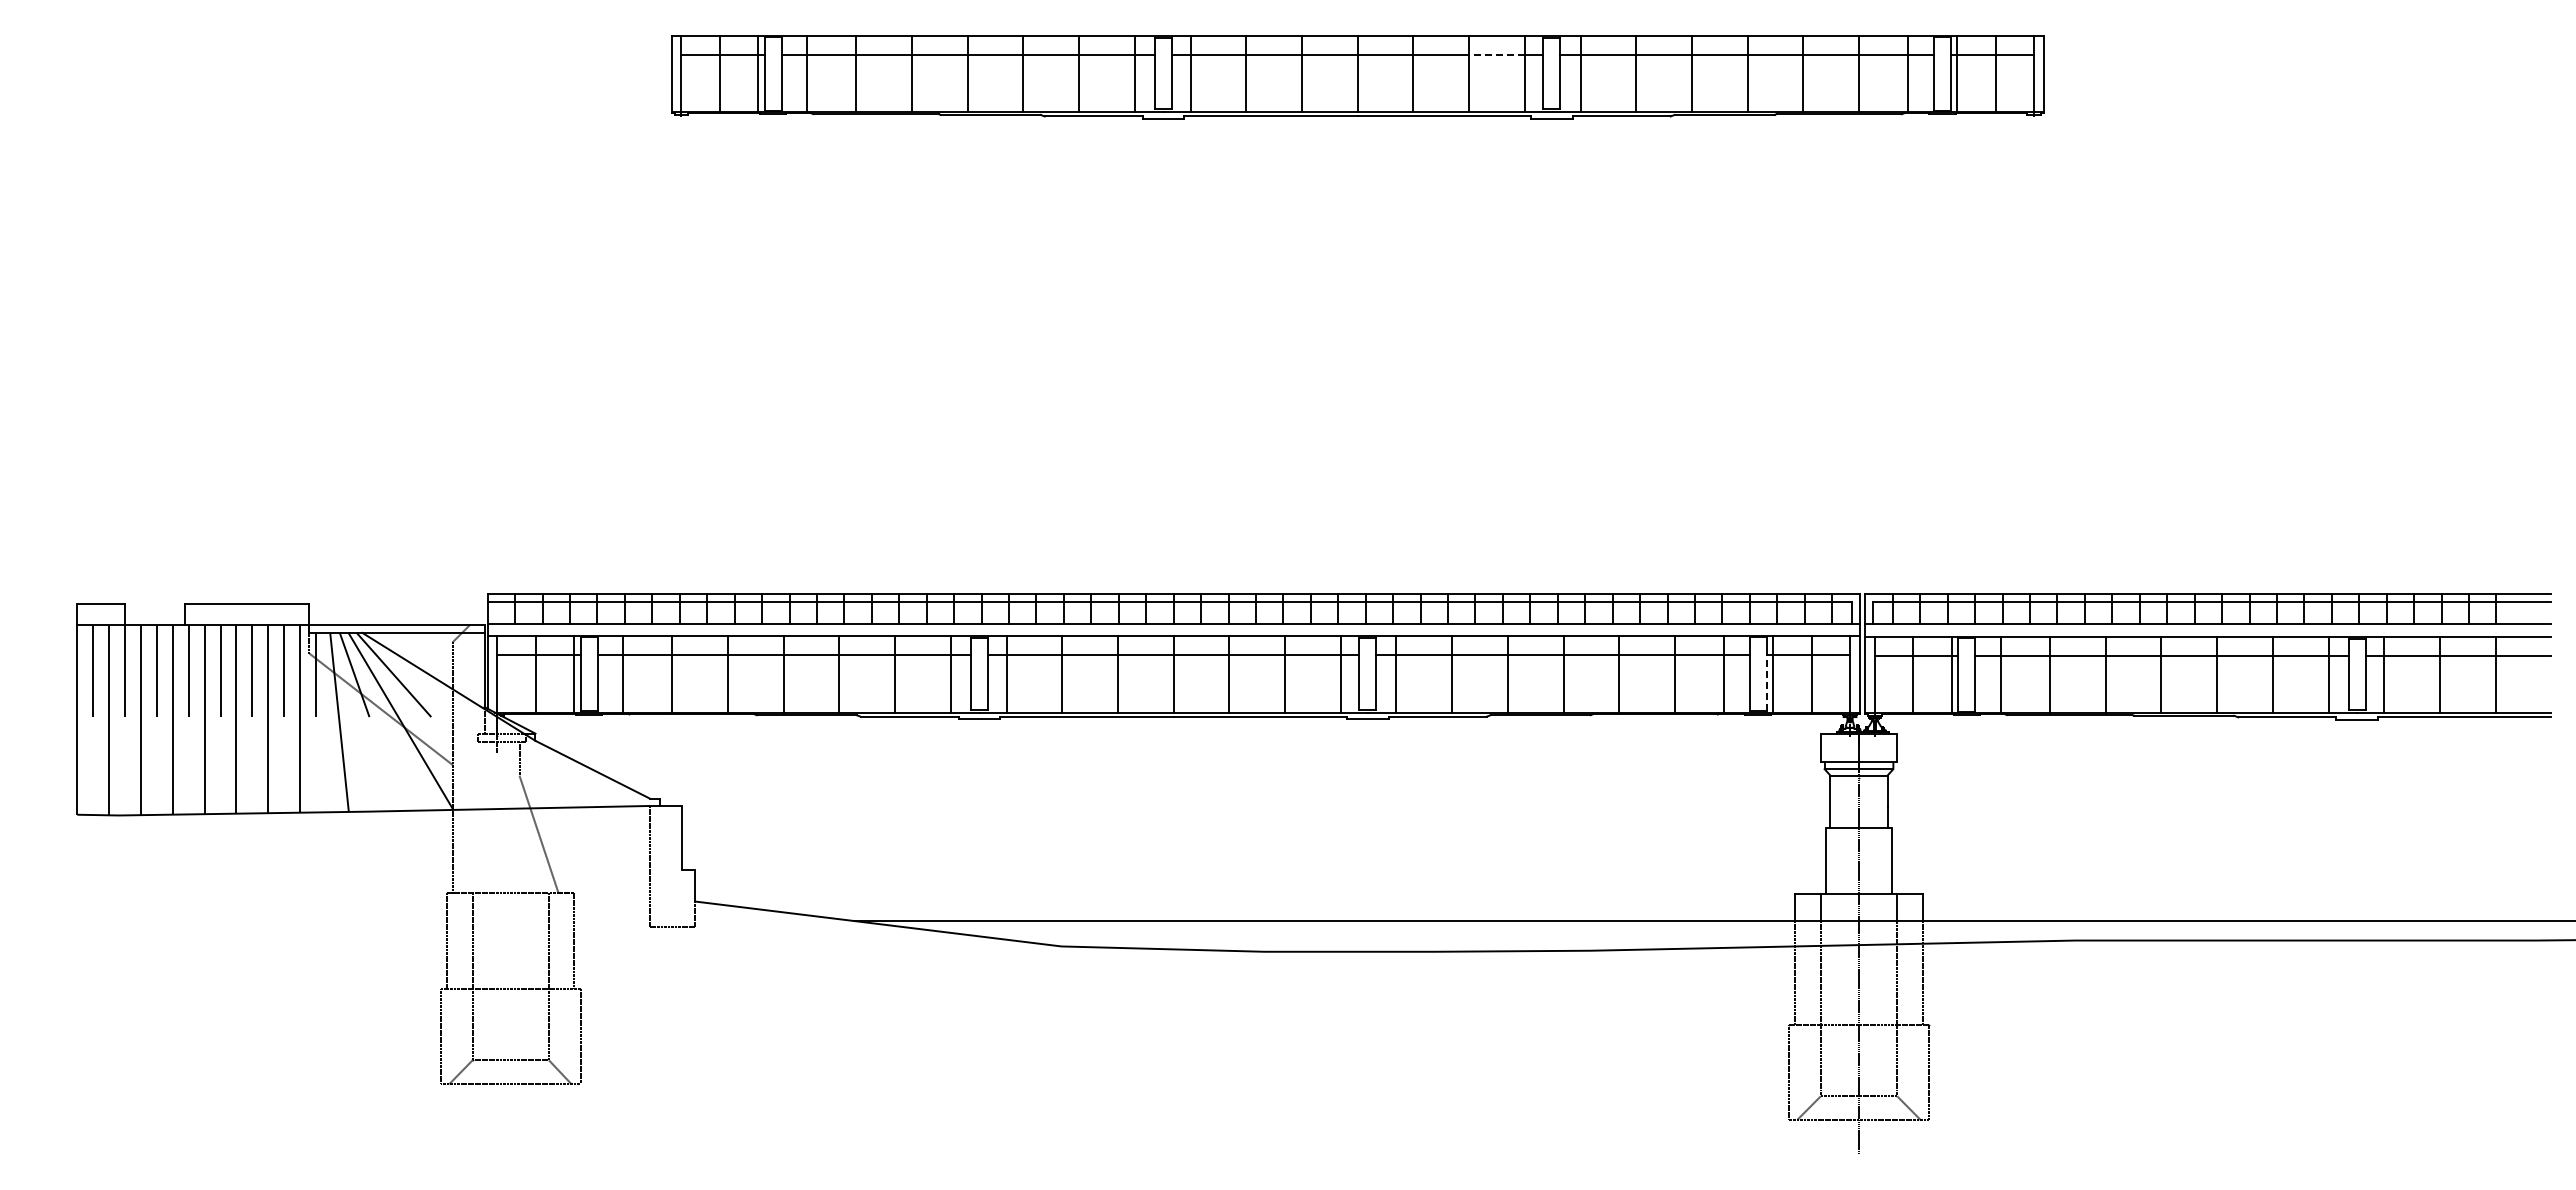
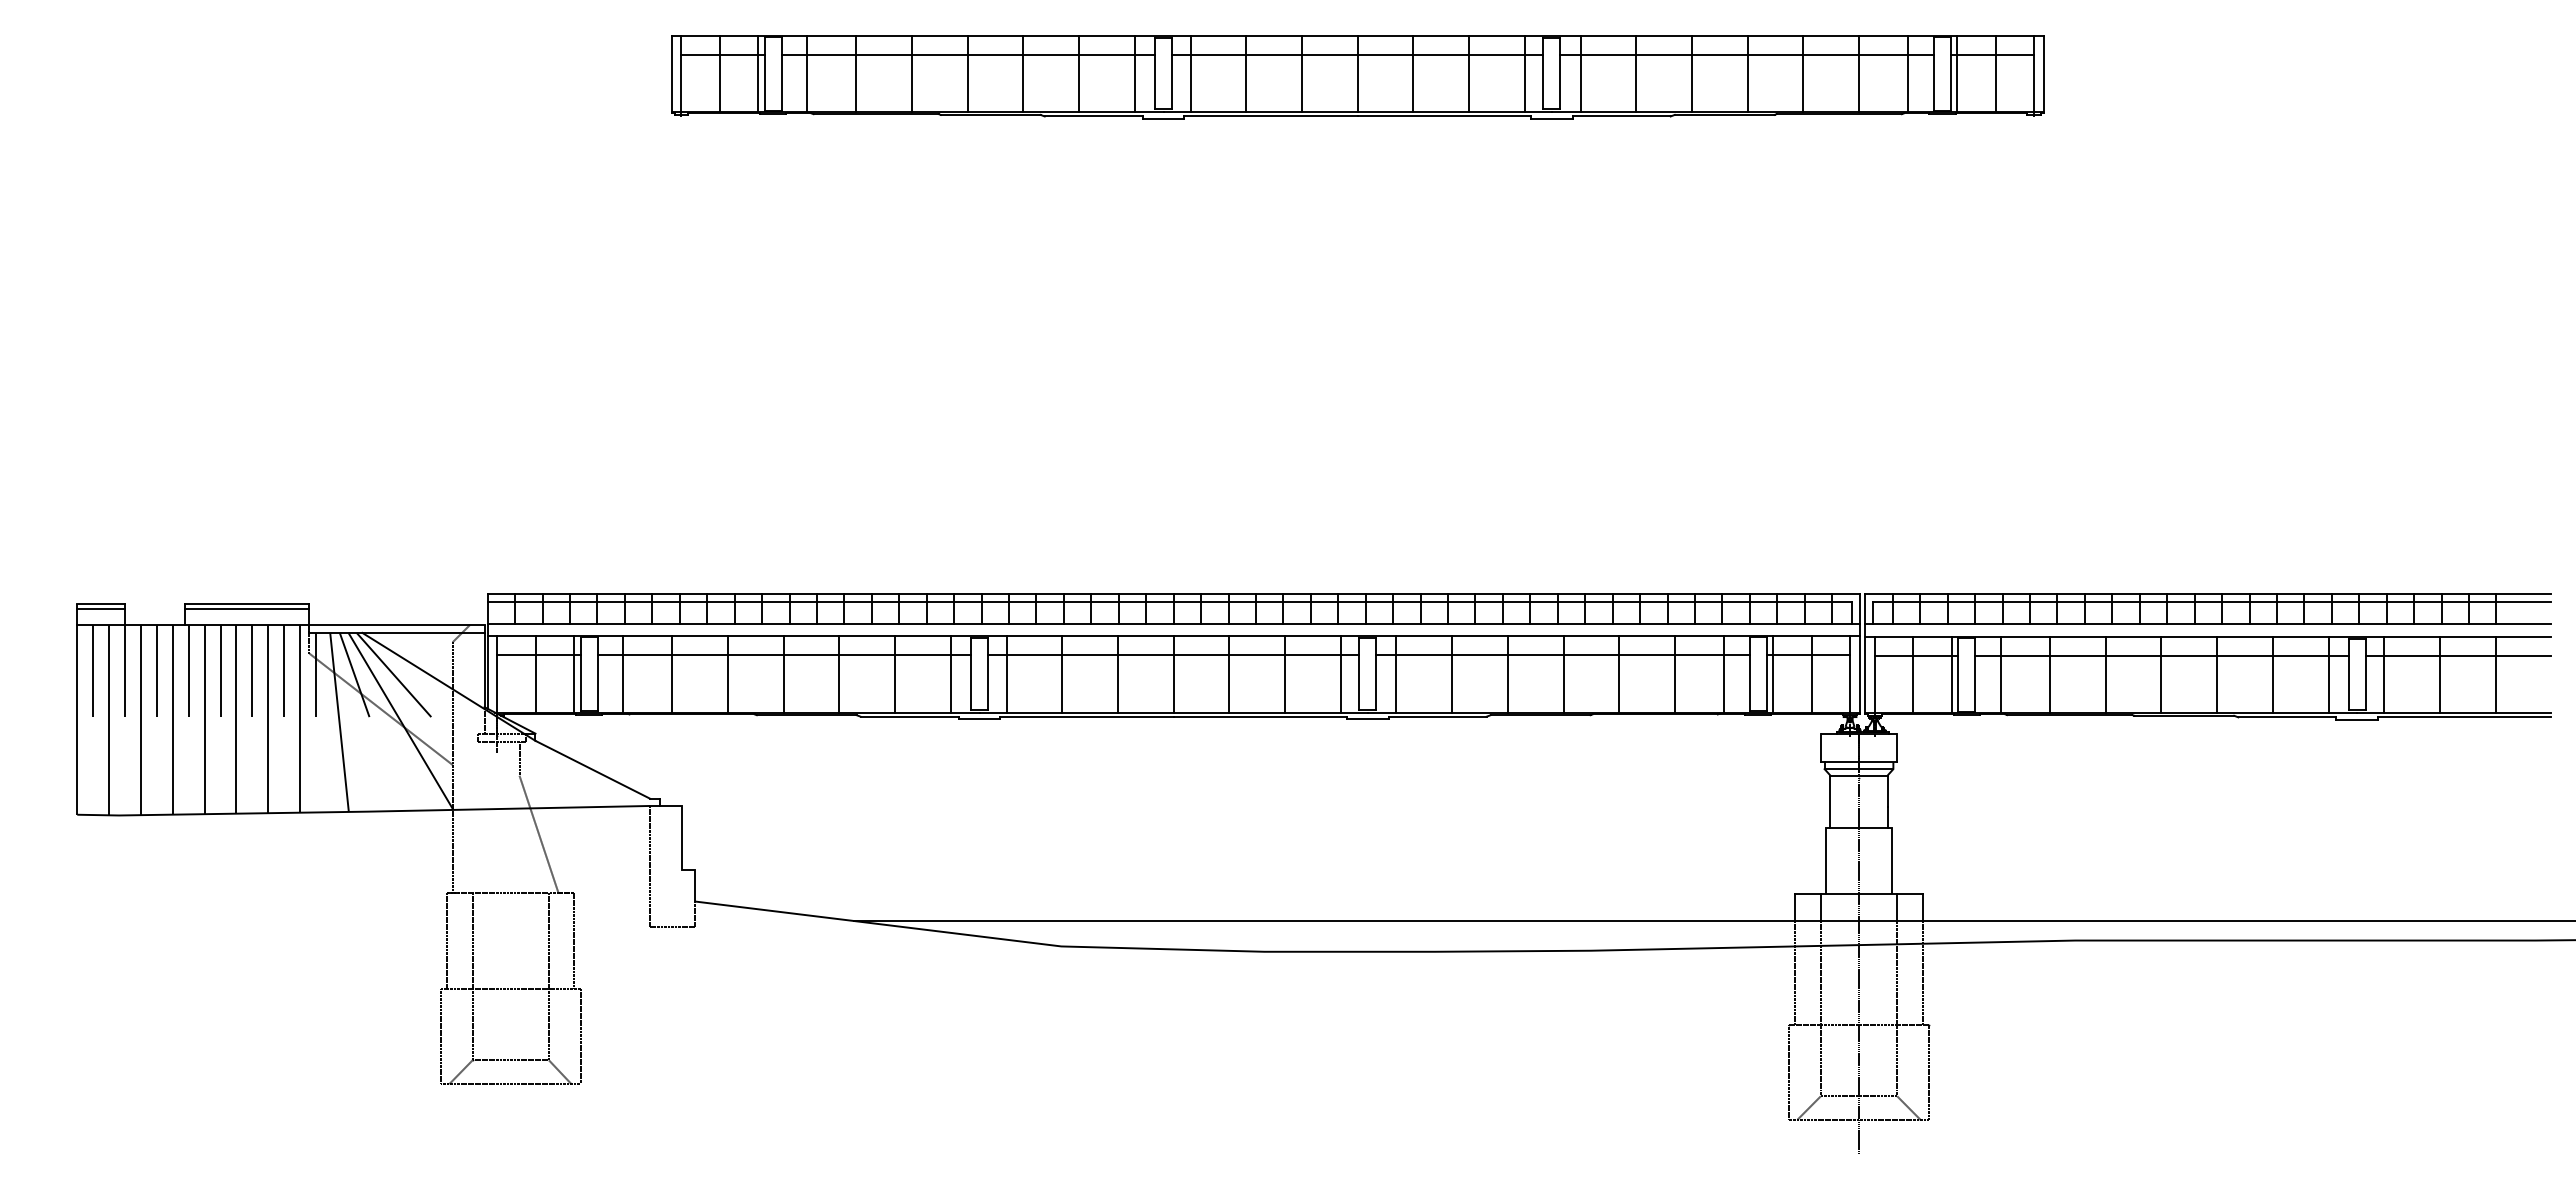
line at (1496, 54): dashed -> solid
line at (100, 609): none -> present
line at (247, 609): none -> present
line at (1766, 682): dashed -> solid
